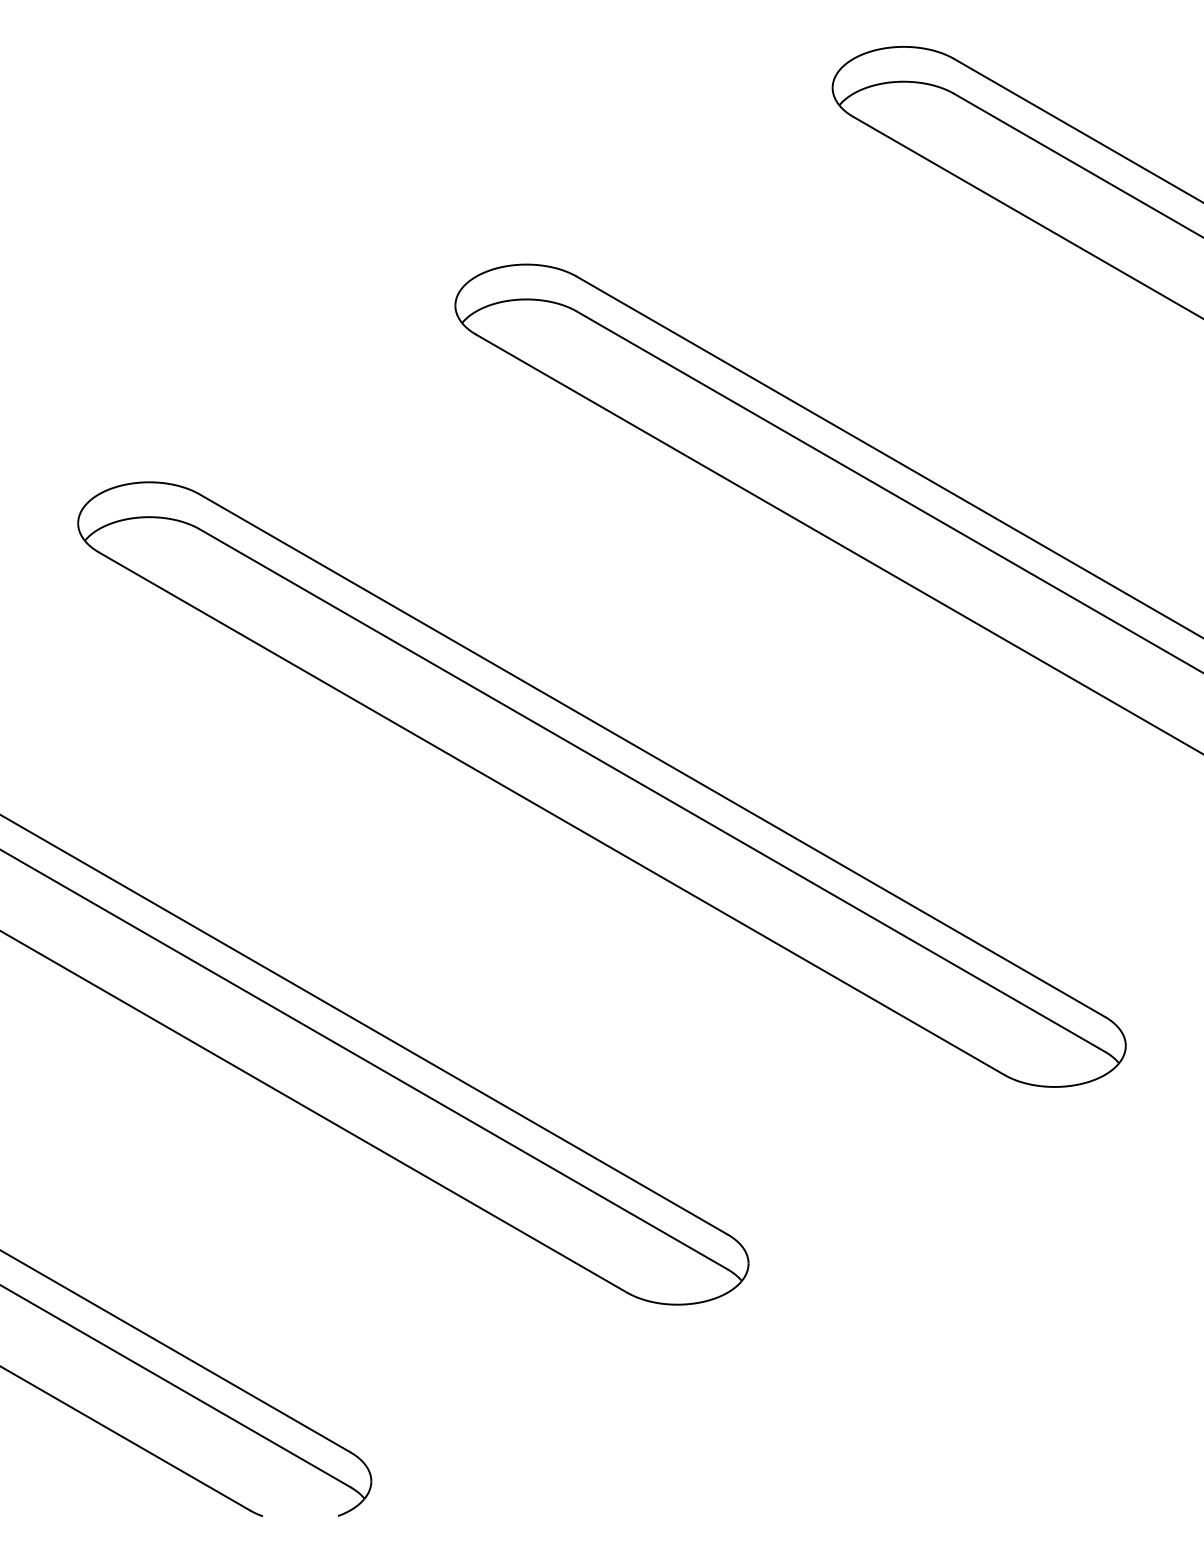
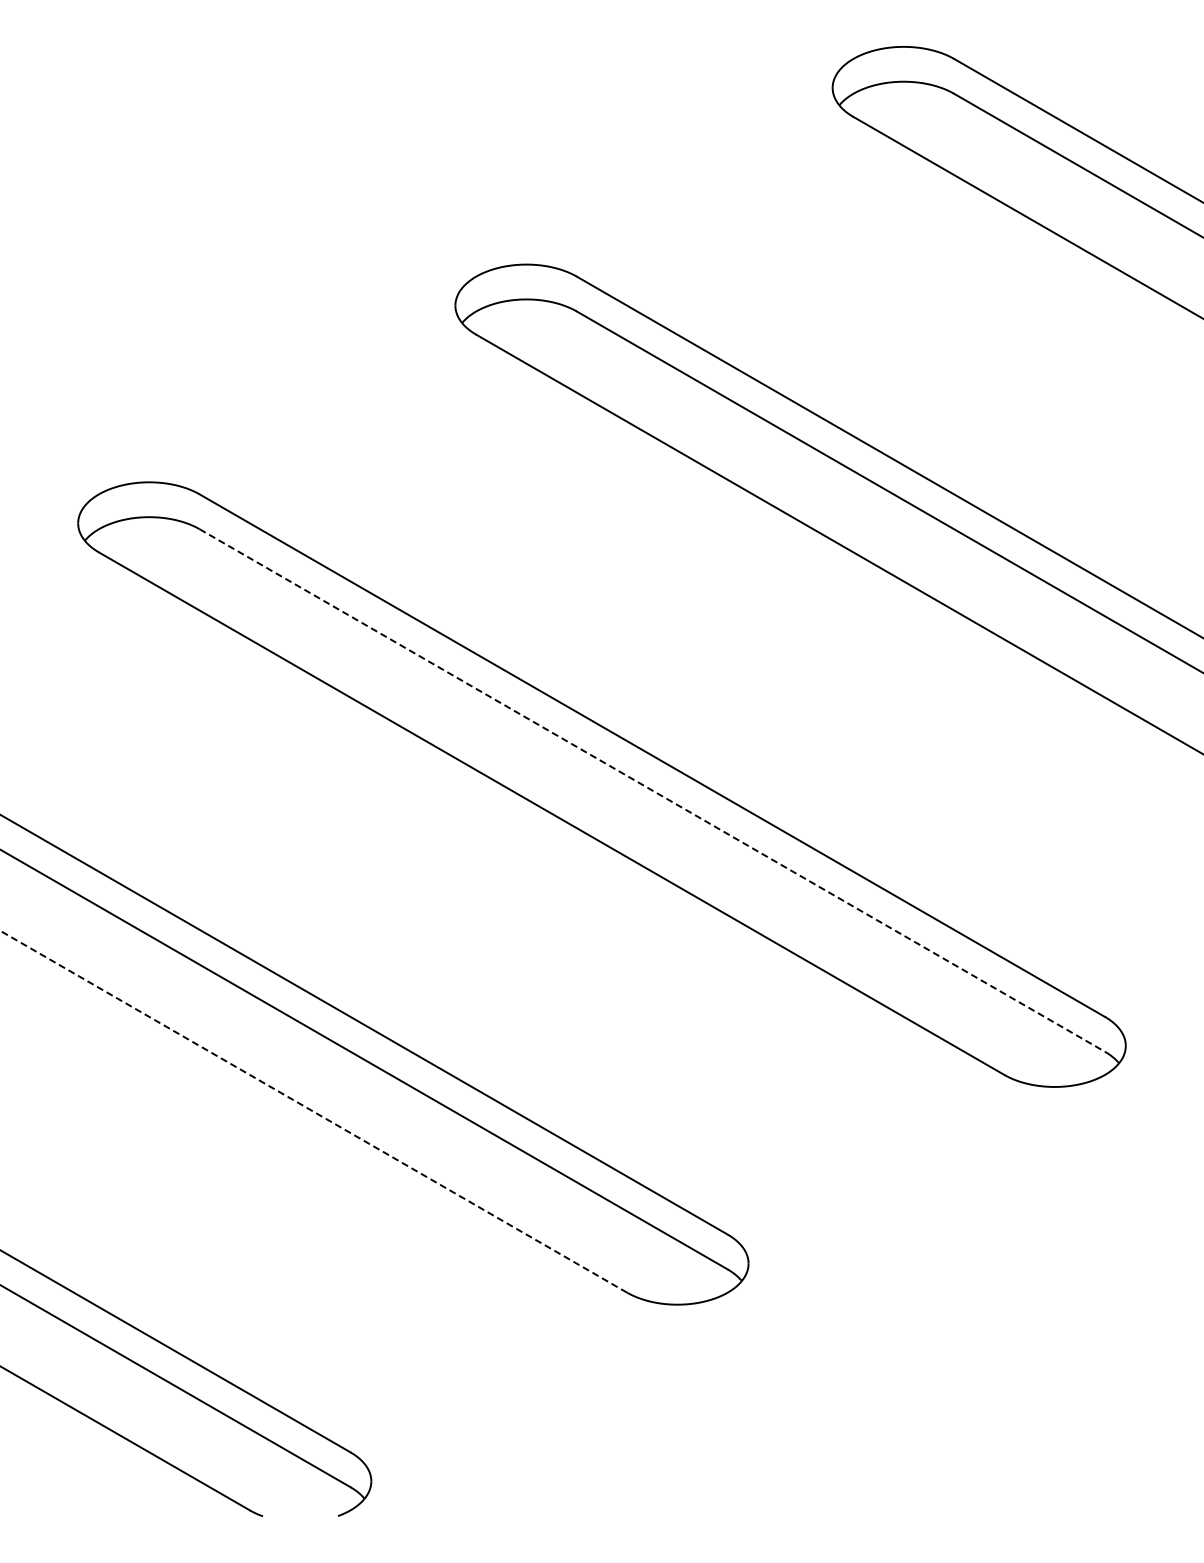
line at (652, 790): solid -> dashed
line at (313, 1111): solid -> dashed
